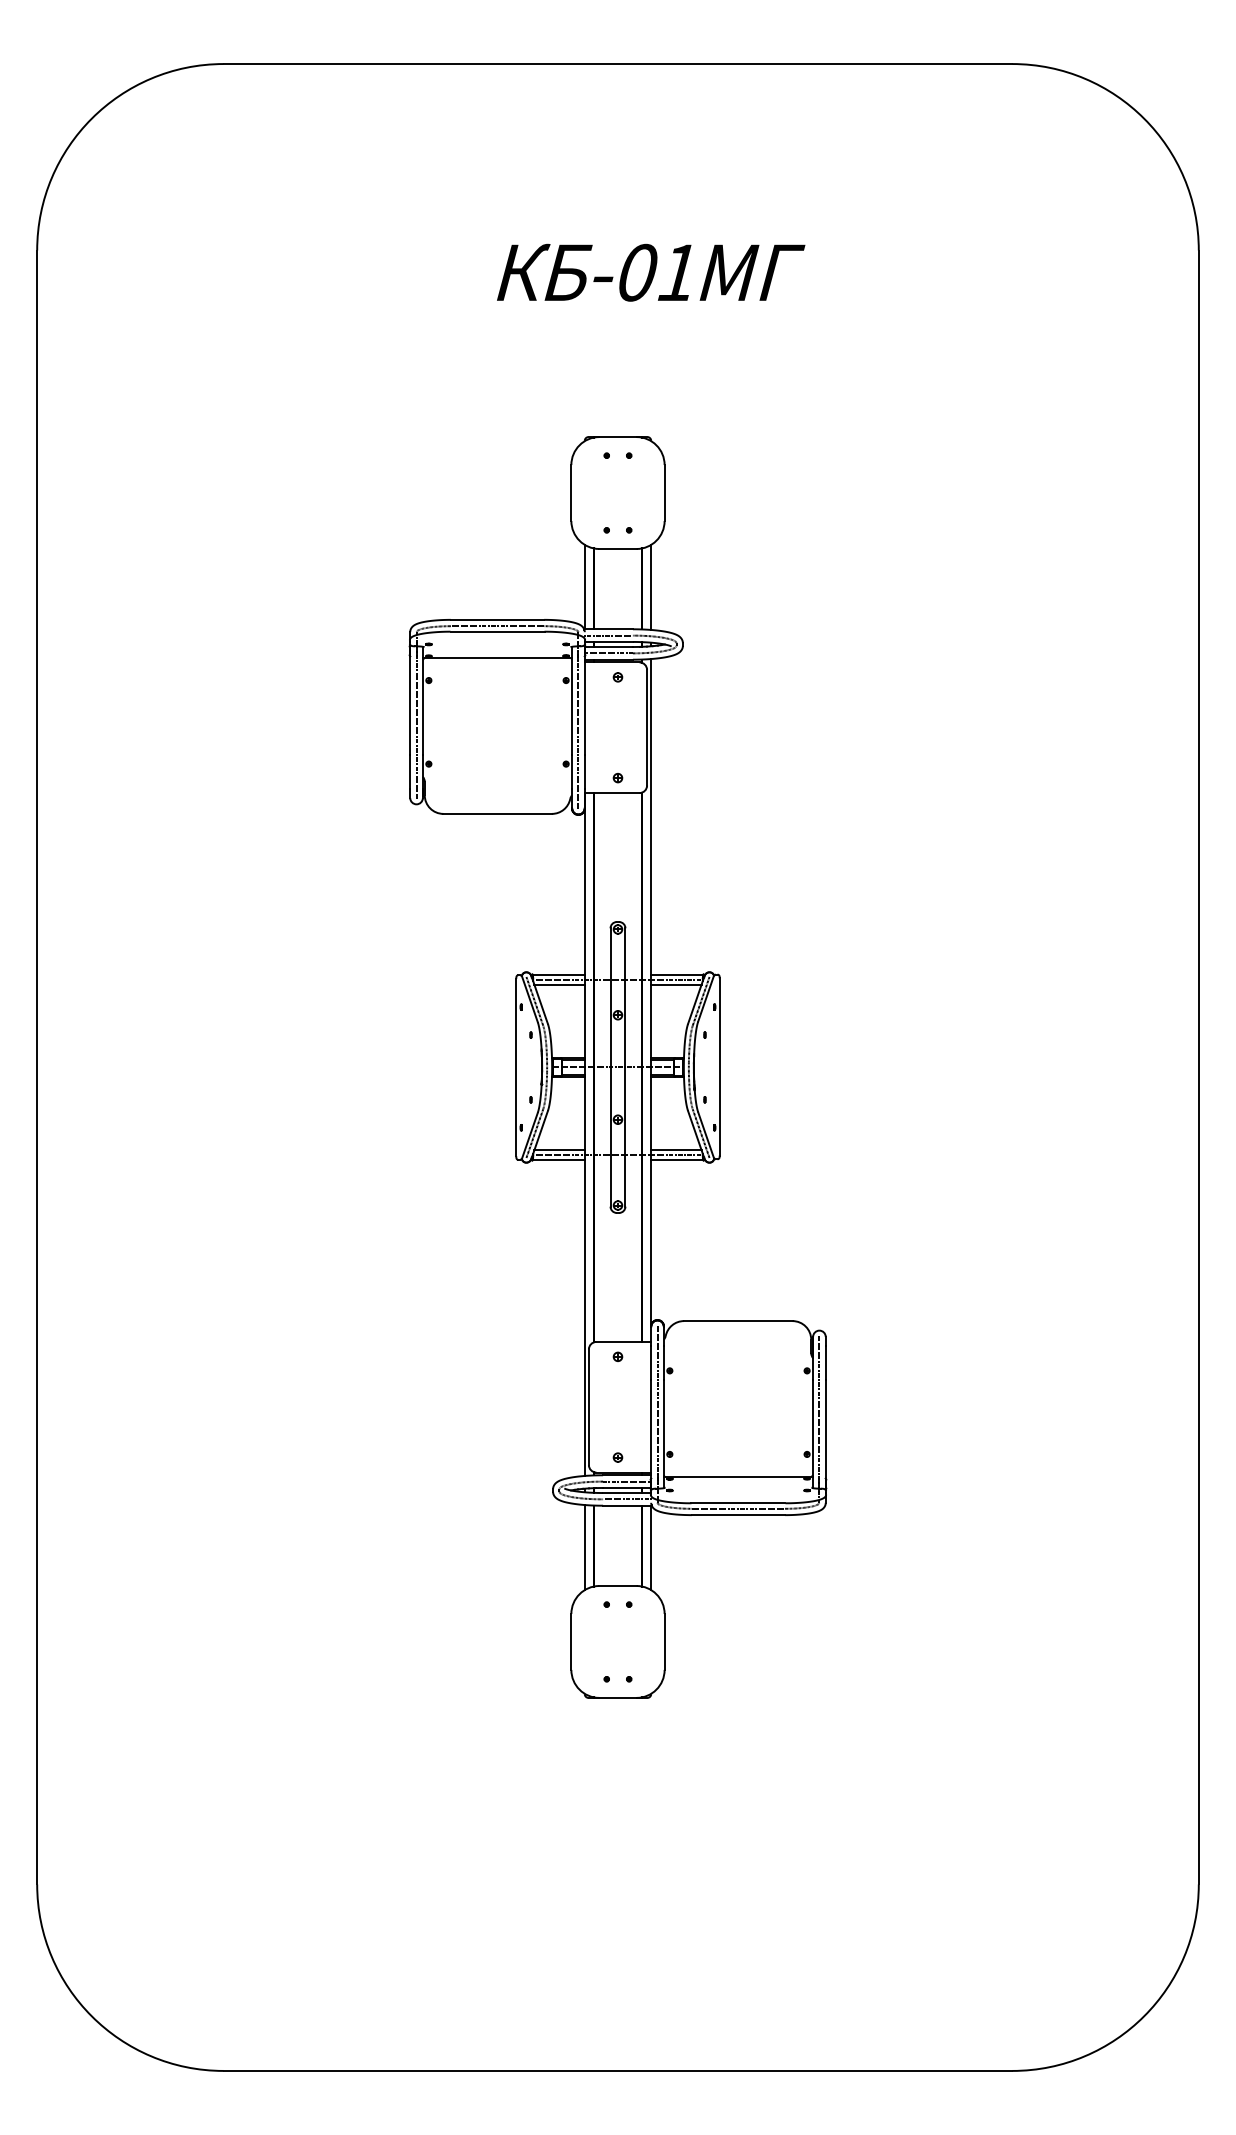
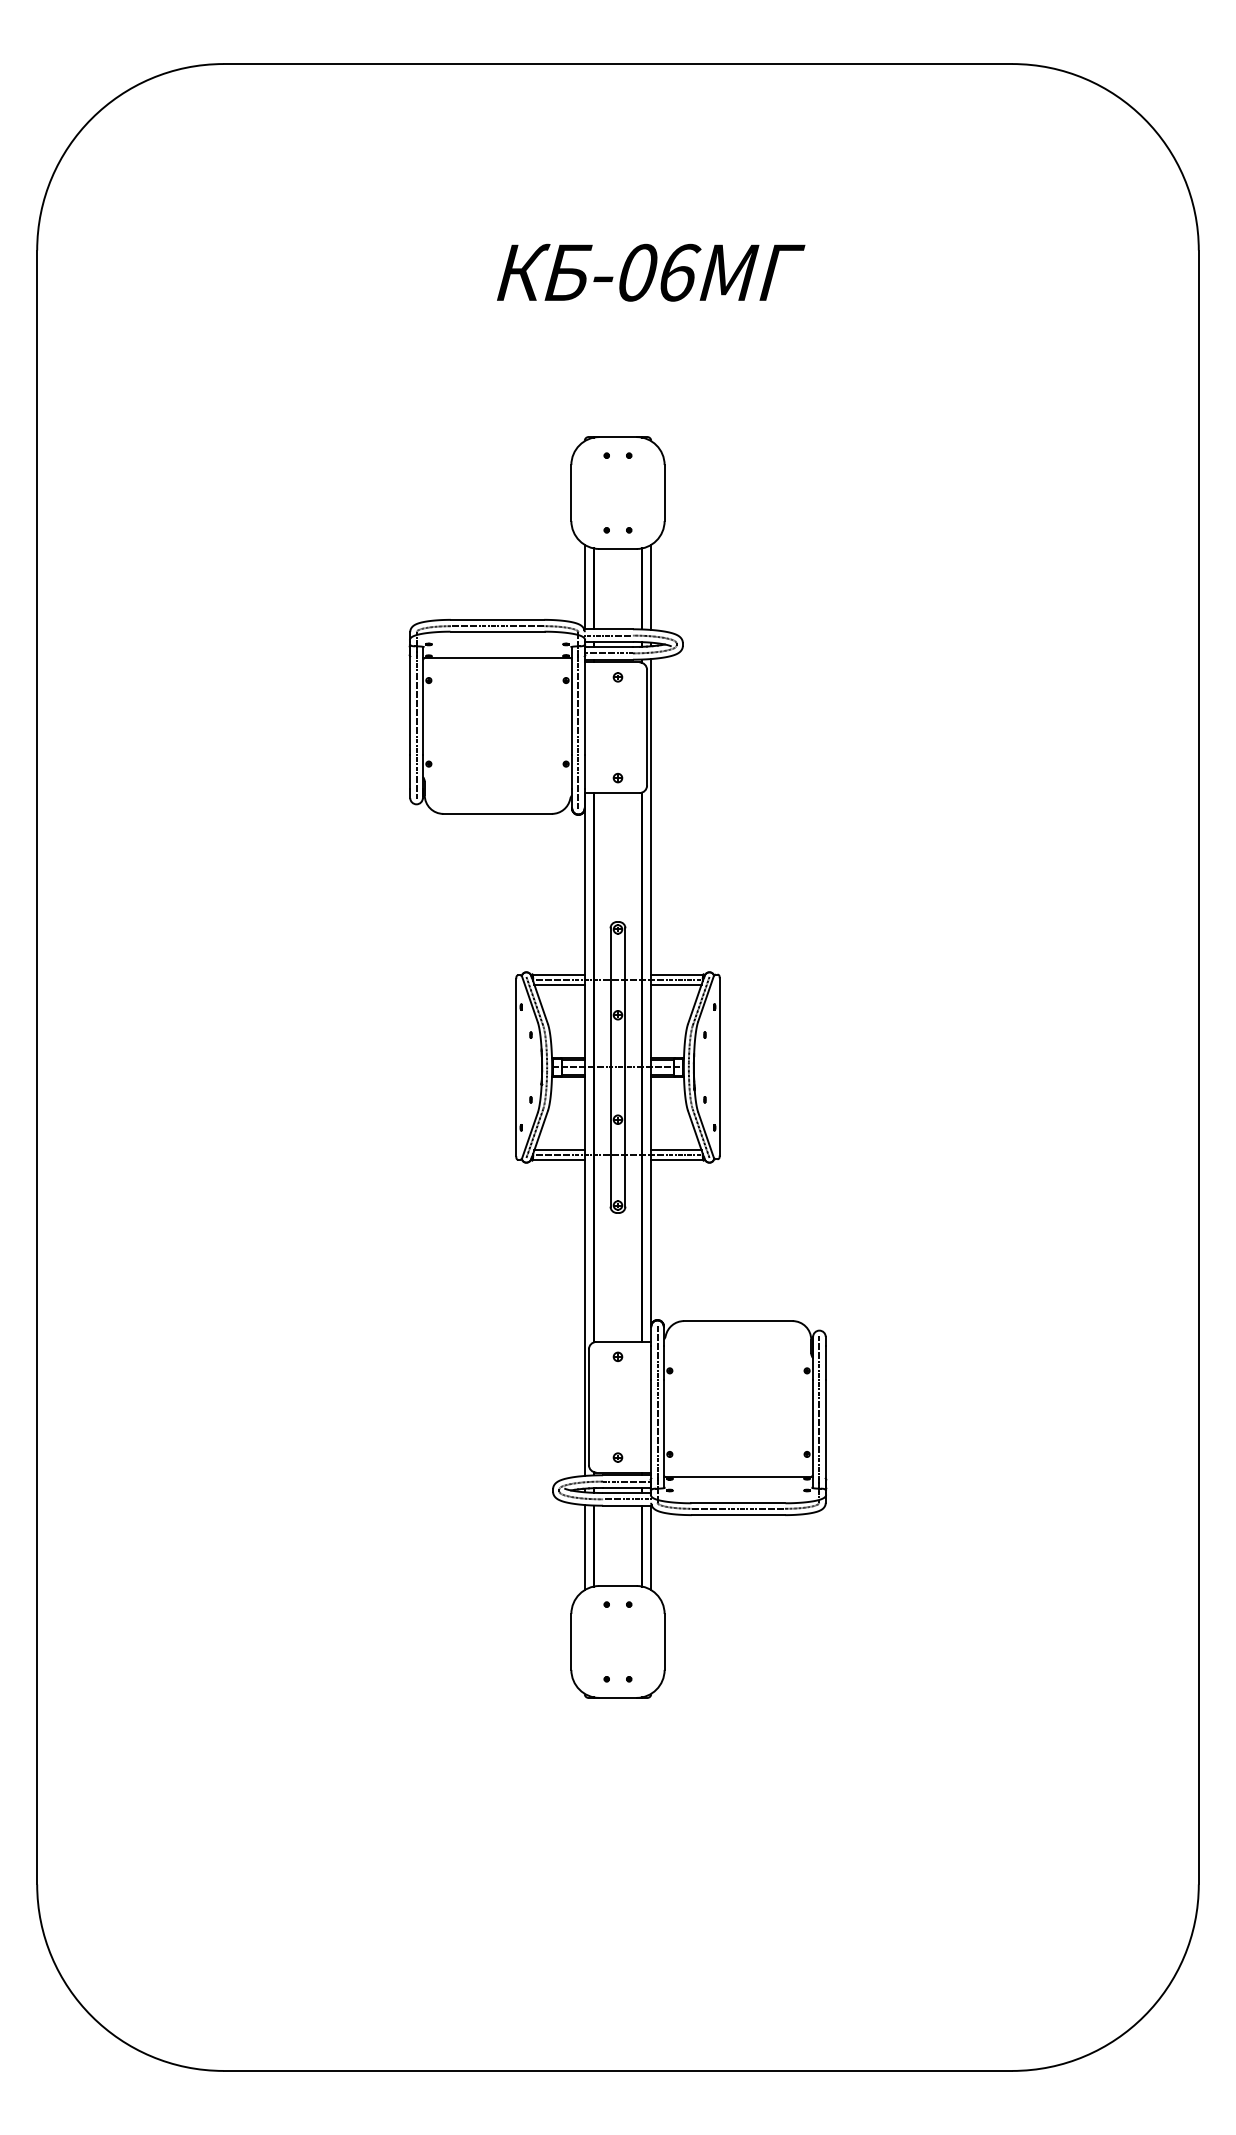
text at (679, 272): -01 -> -06
